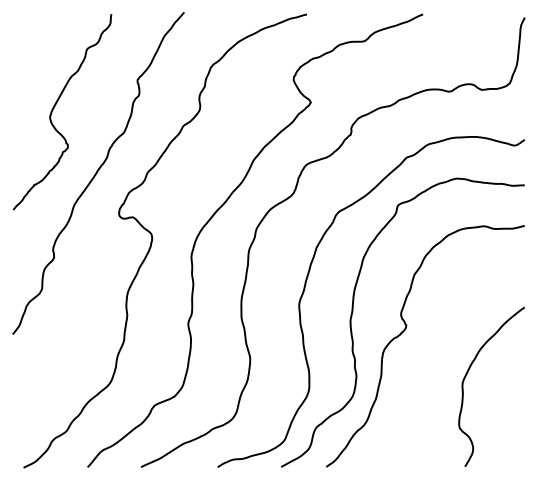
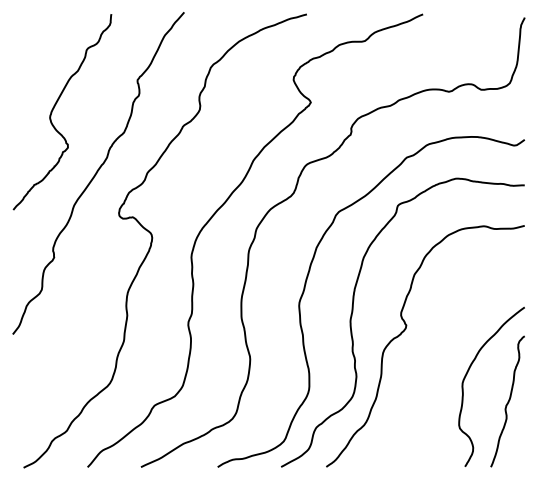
curve at (507, 401): none -> present
